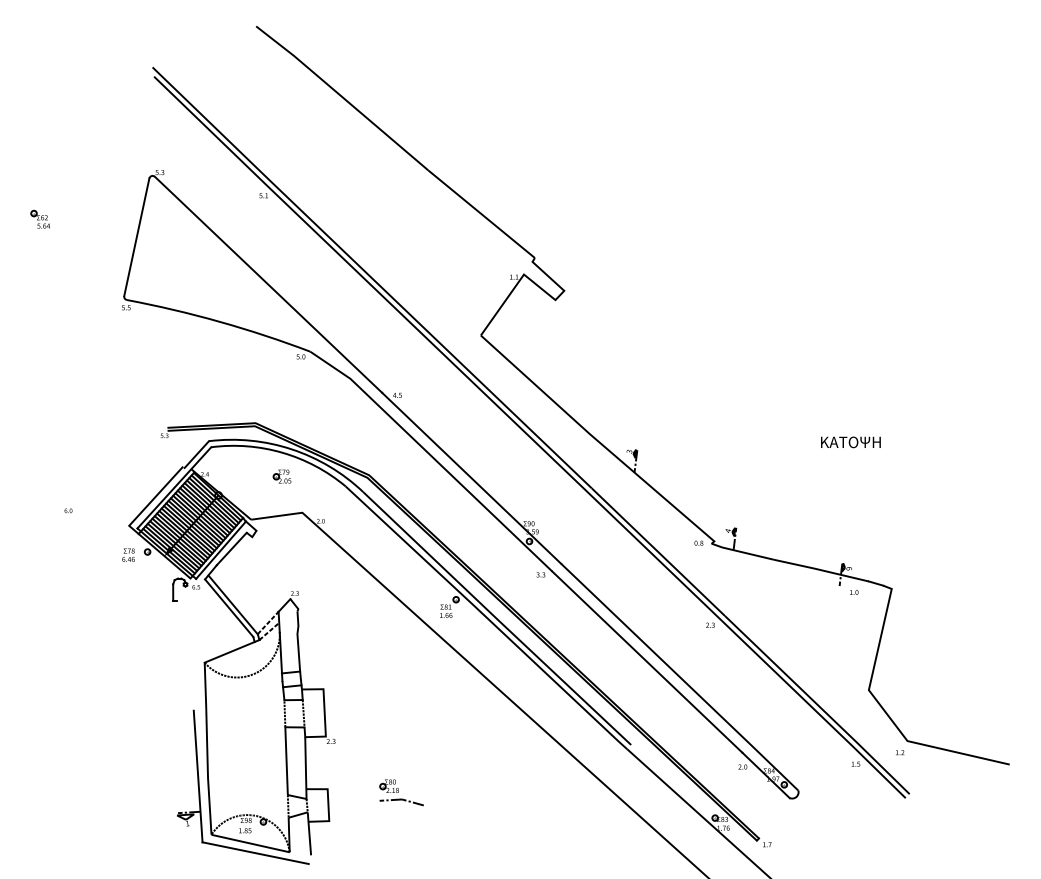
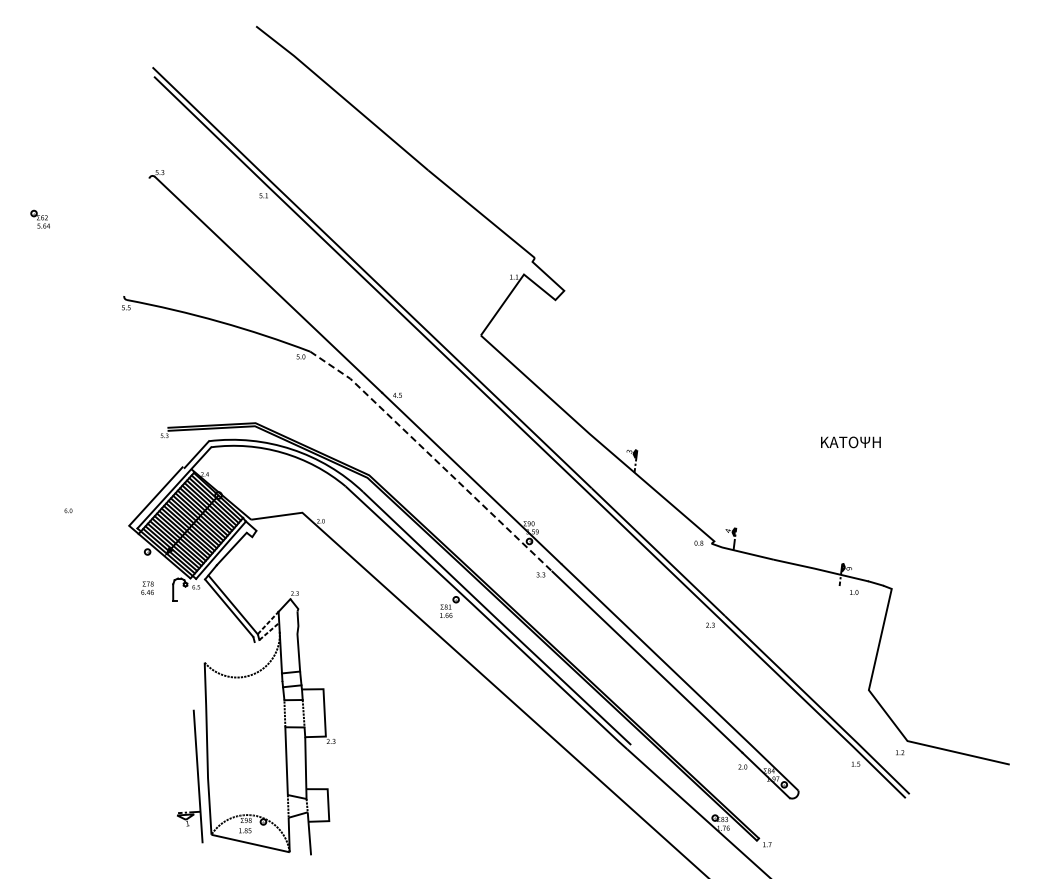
line at (136, 237): present -> none
line at (433, 458): solid -> dashed
part at (281, 476): present -> none
text at (128, 554) position: (128, 554) -> (147, 587)
line at (231, 651): present -> none
part at (401, 792): present -> none
line at (255, 853): present -> none
